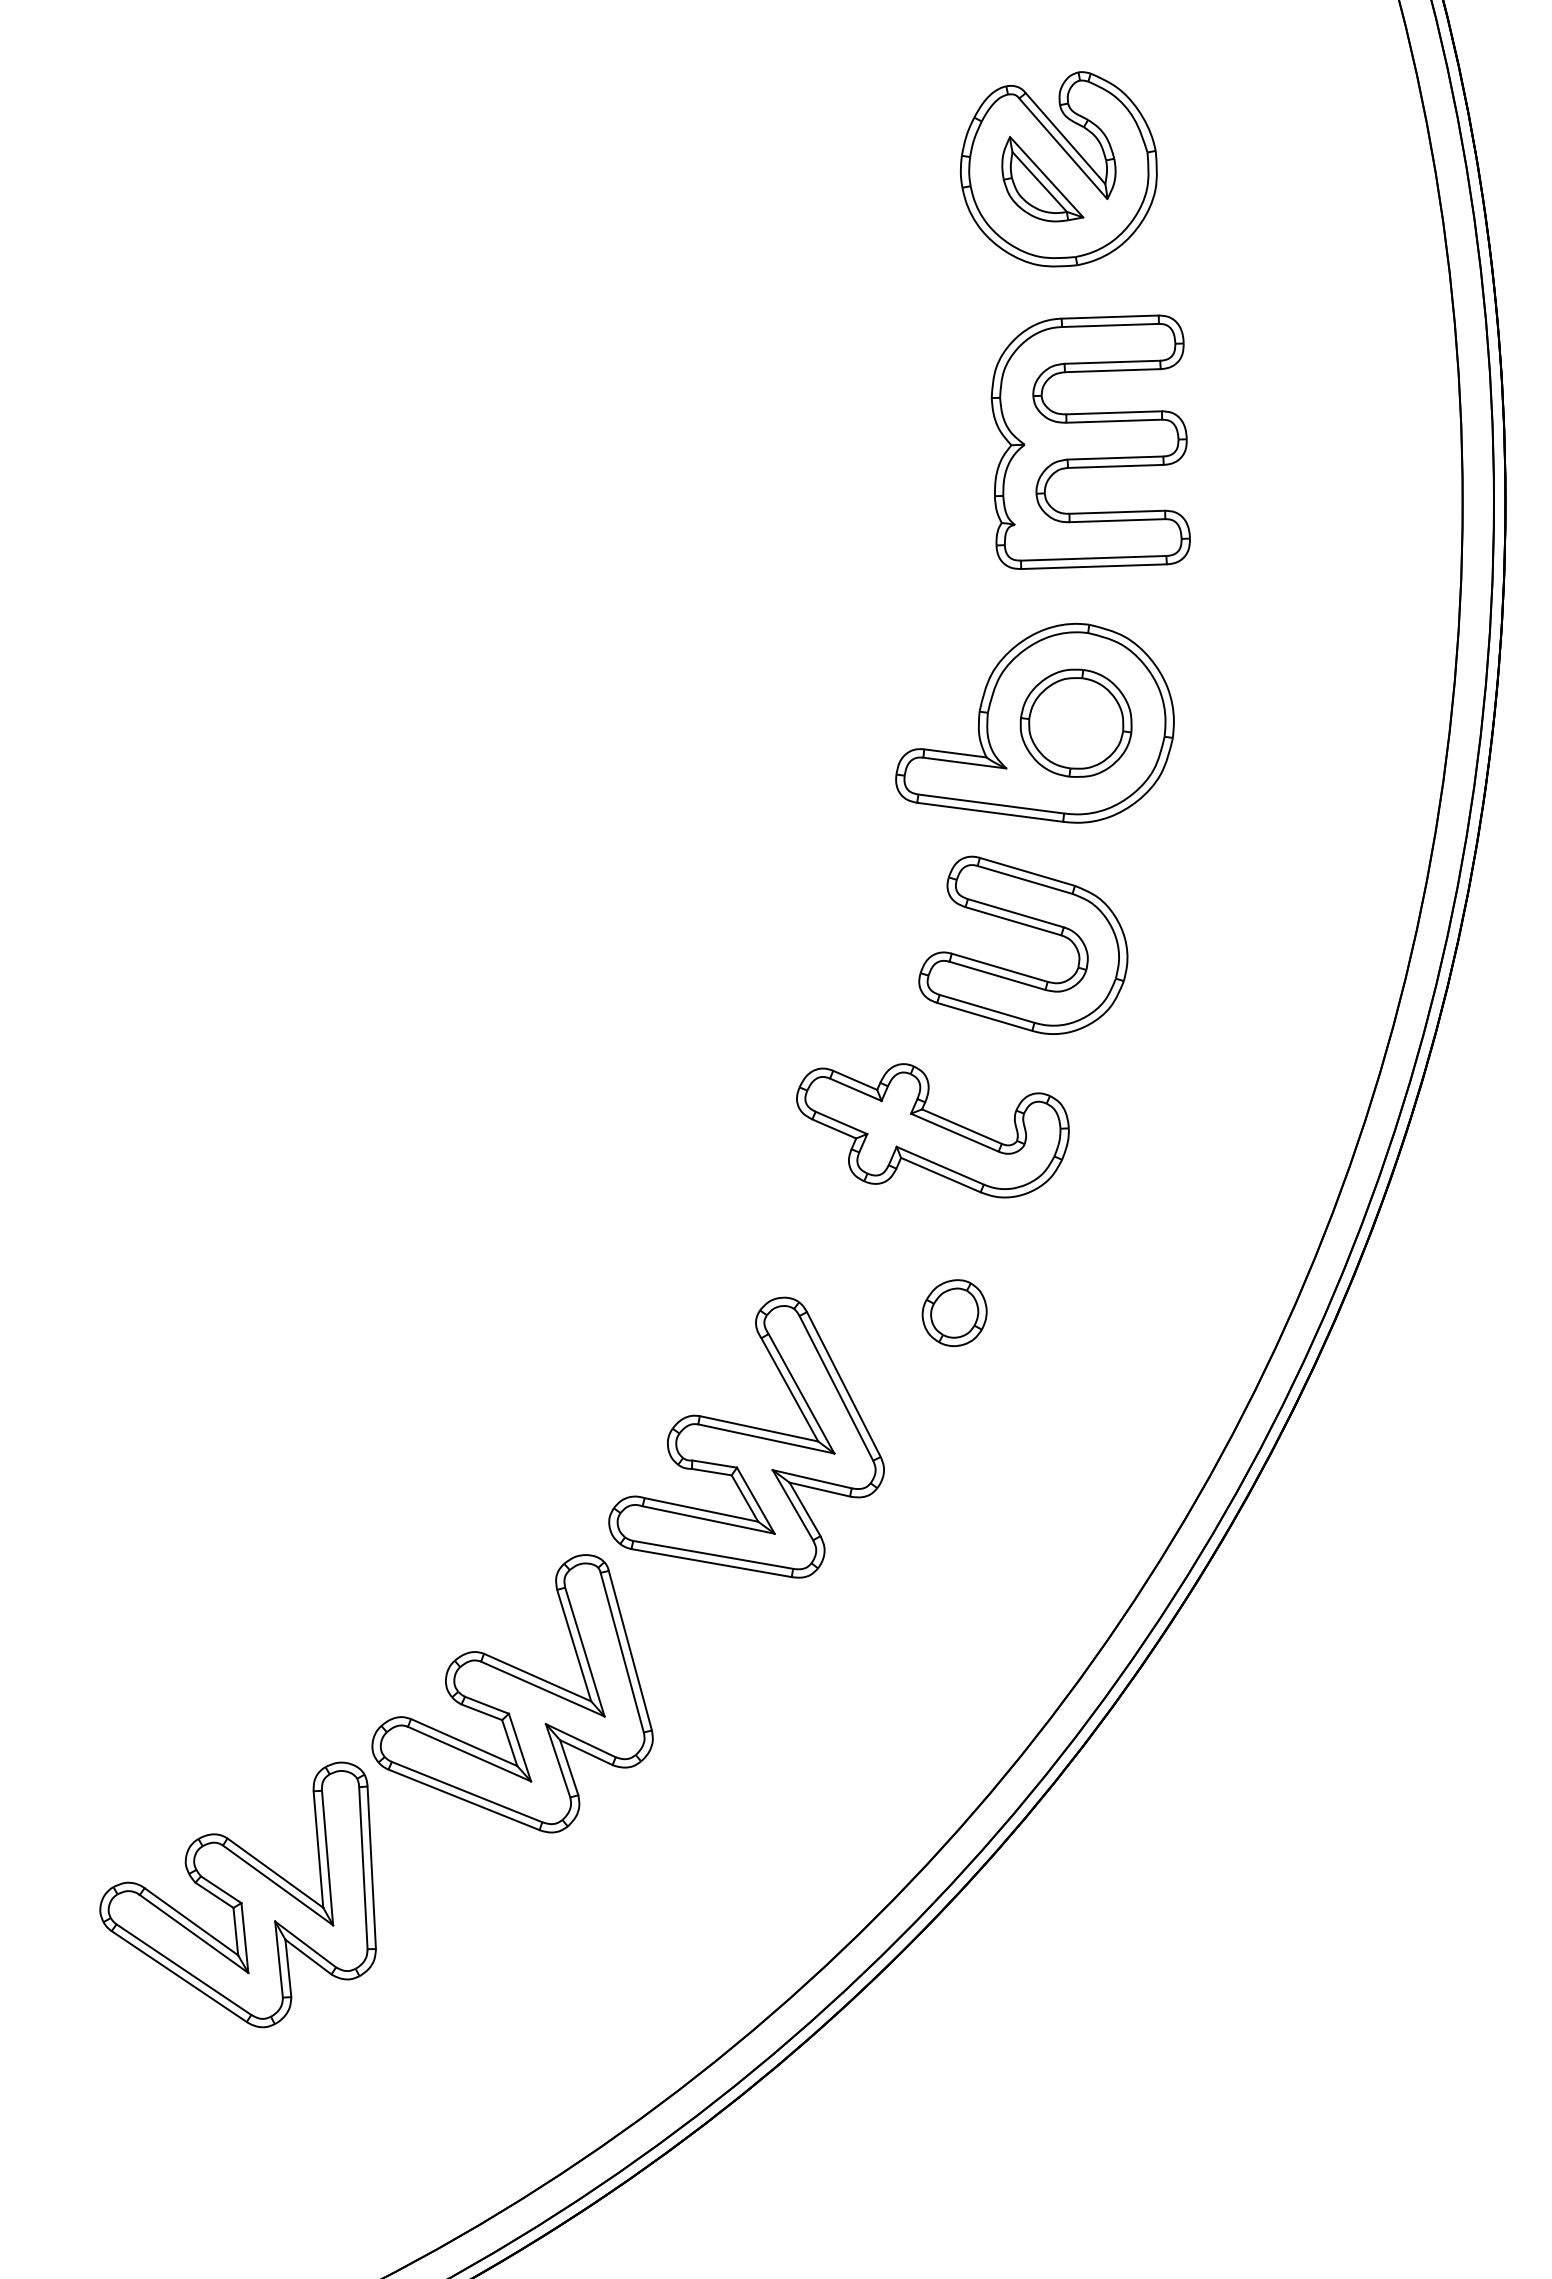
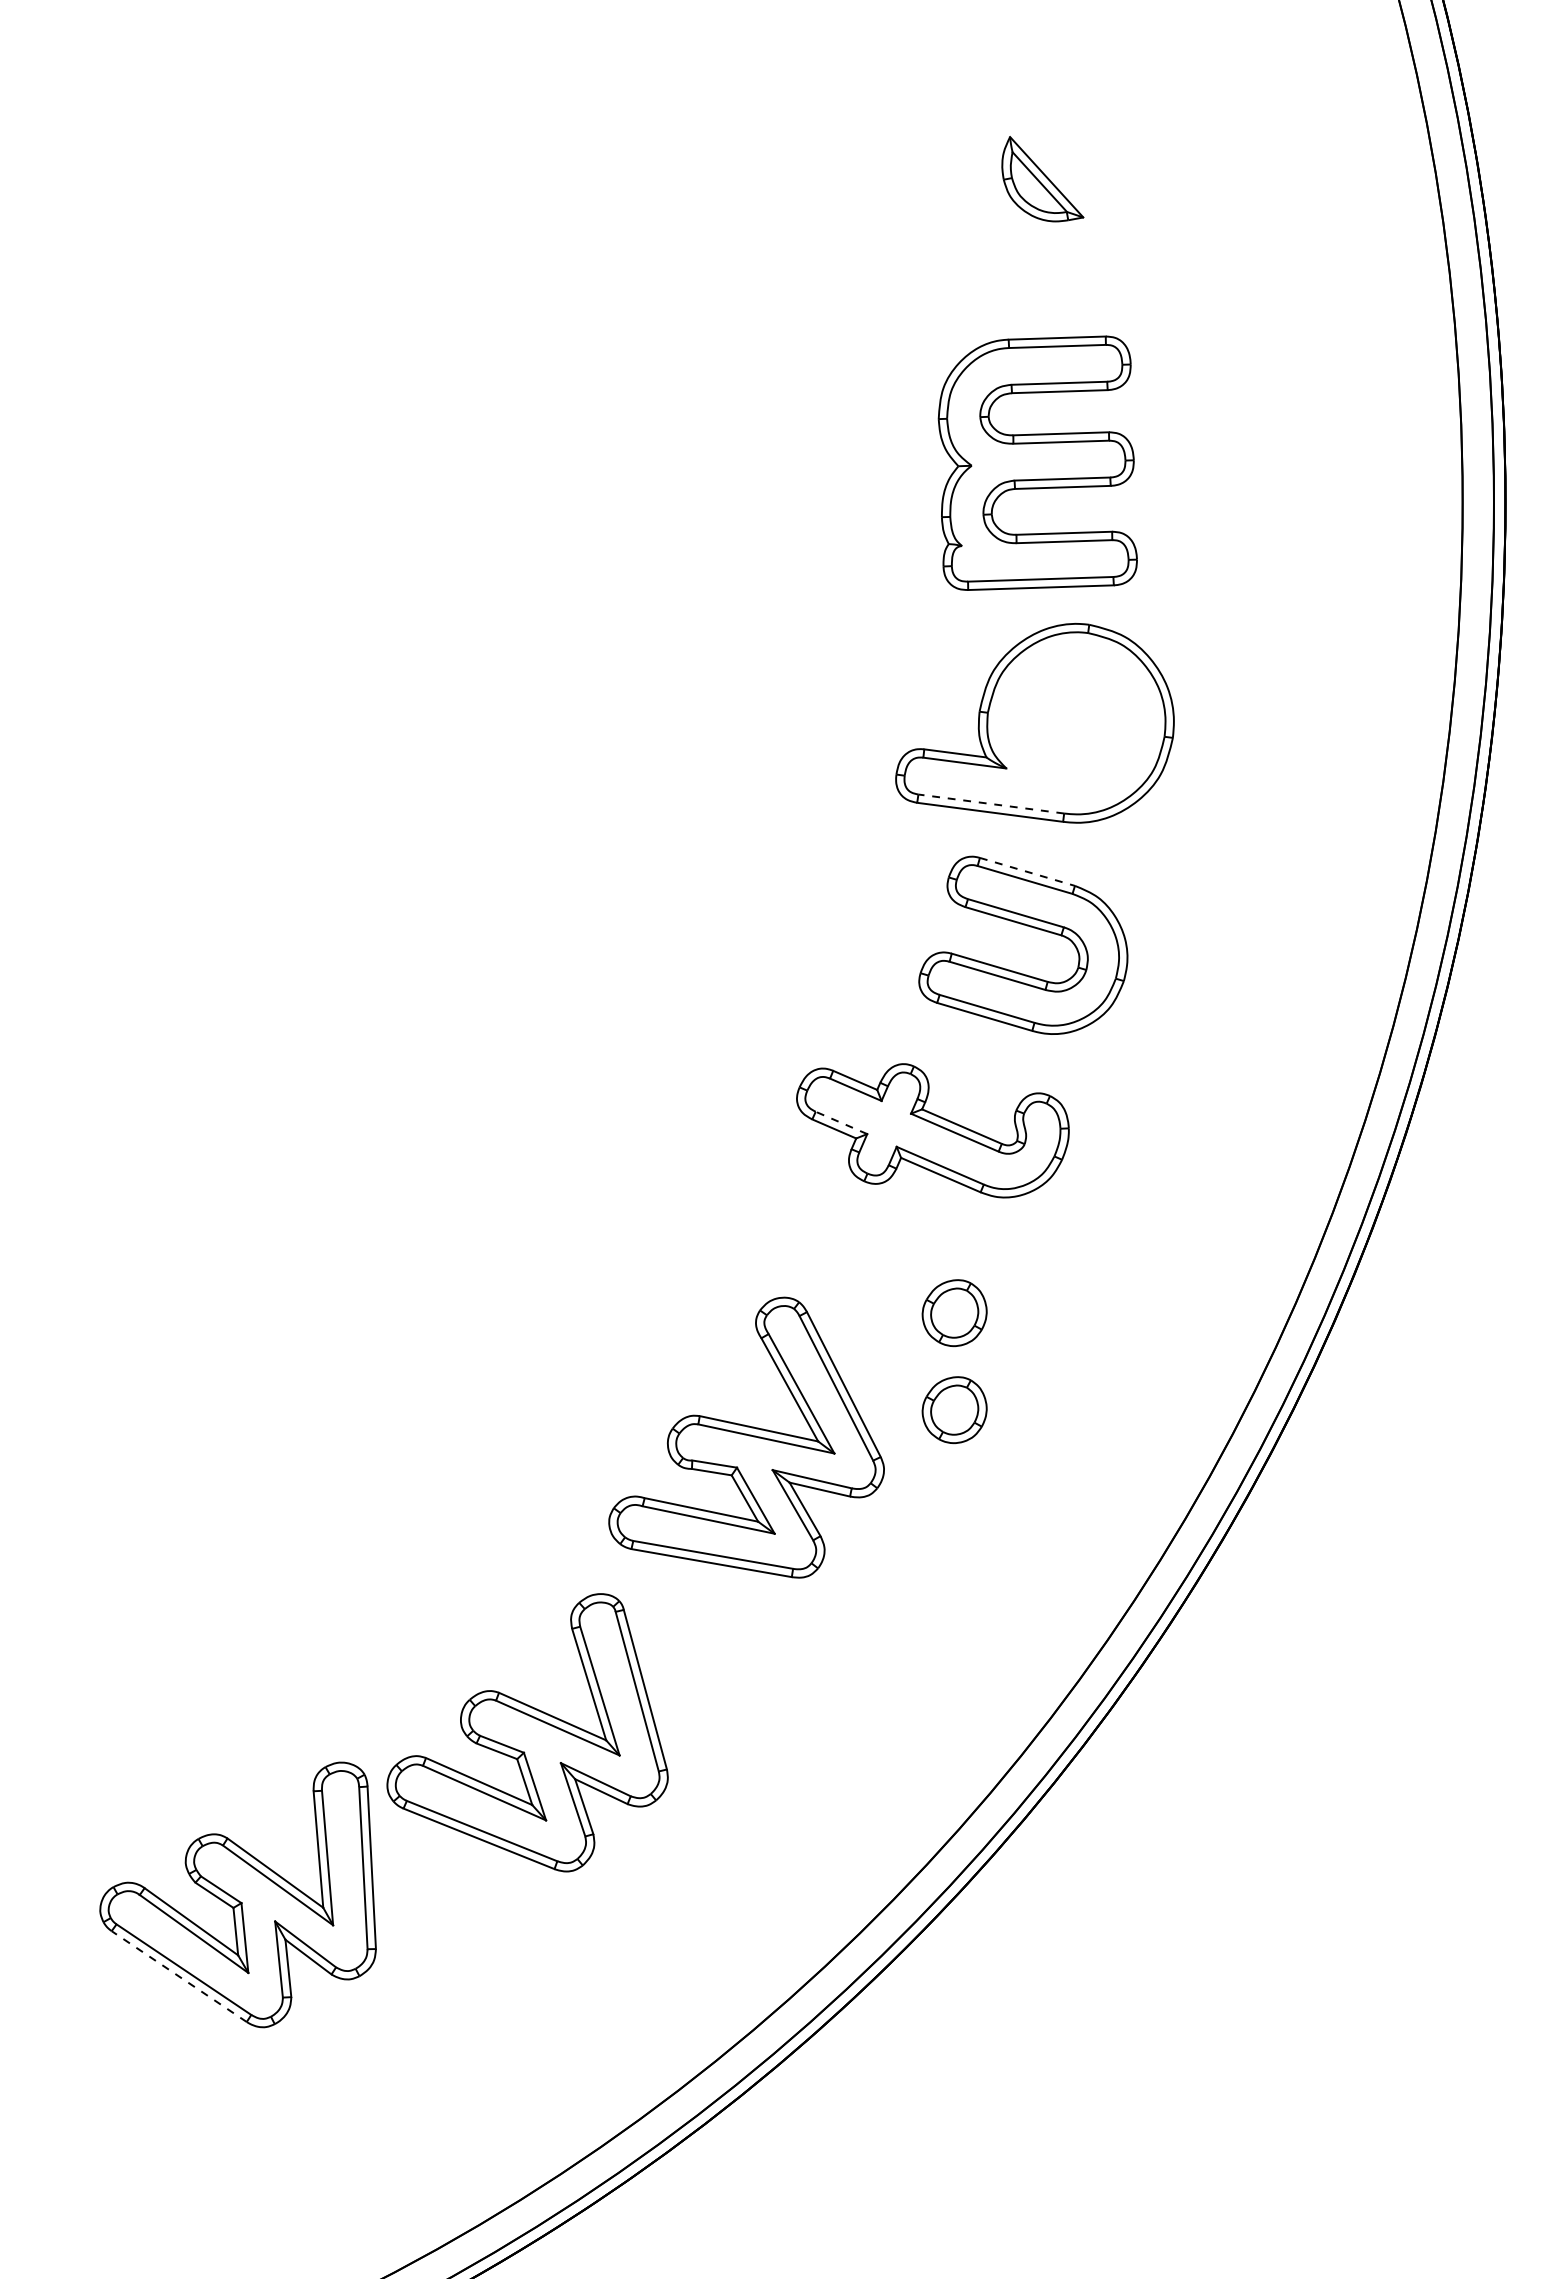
part at (1058, 169): present -> none
part at (1090, 441) position: (1090, 441) -> (1037, 462)
part at (1075, 722): present -> none
line at (990, 803): solid -> dashed
line at (1027, 871): solid -> dashed
line at (841, 1122): solid -> dashed
part at (954, 1410): none -> present
part at (512, 1693) position: (512, 1693) -> (527, 1732)
line at (178, 1976): solid -> dashed
